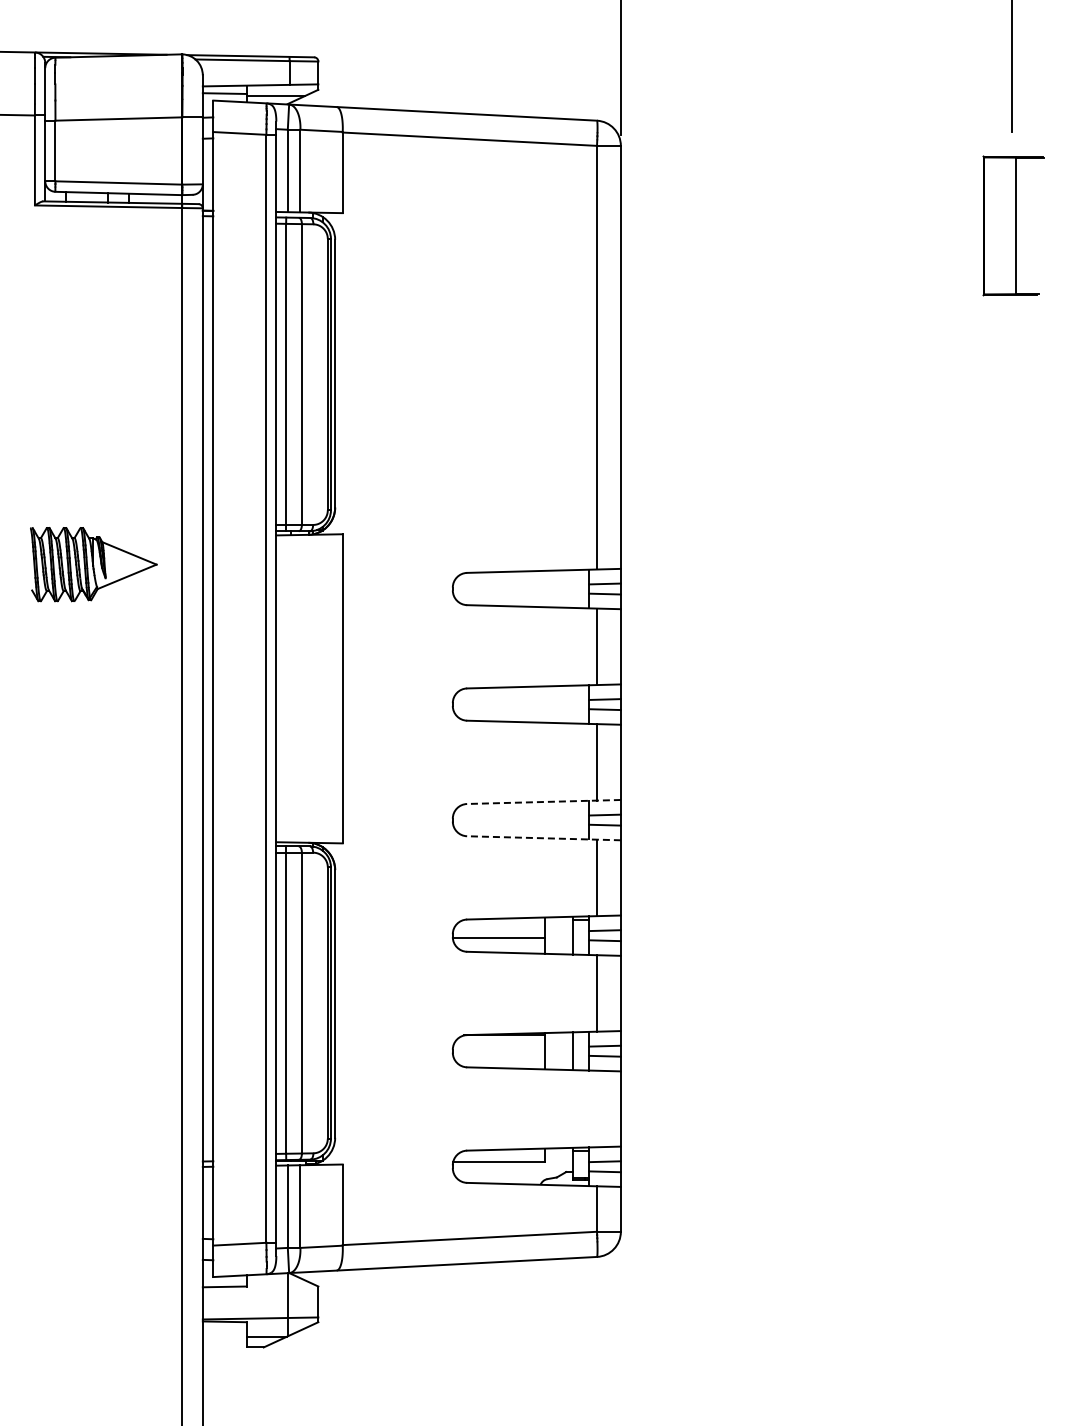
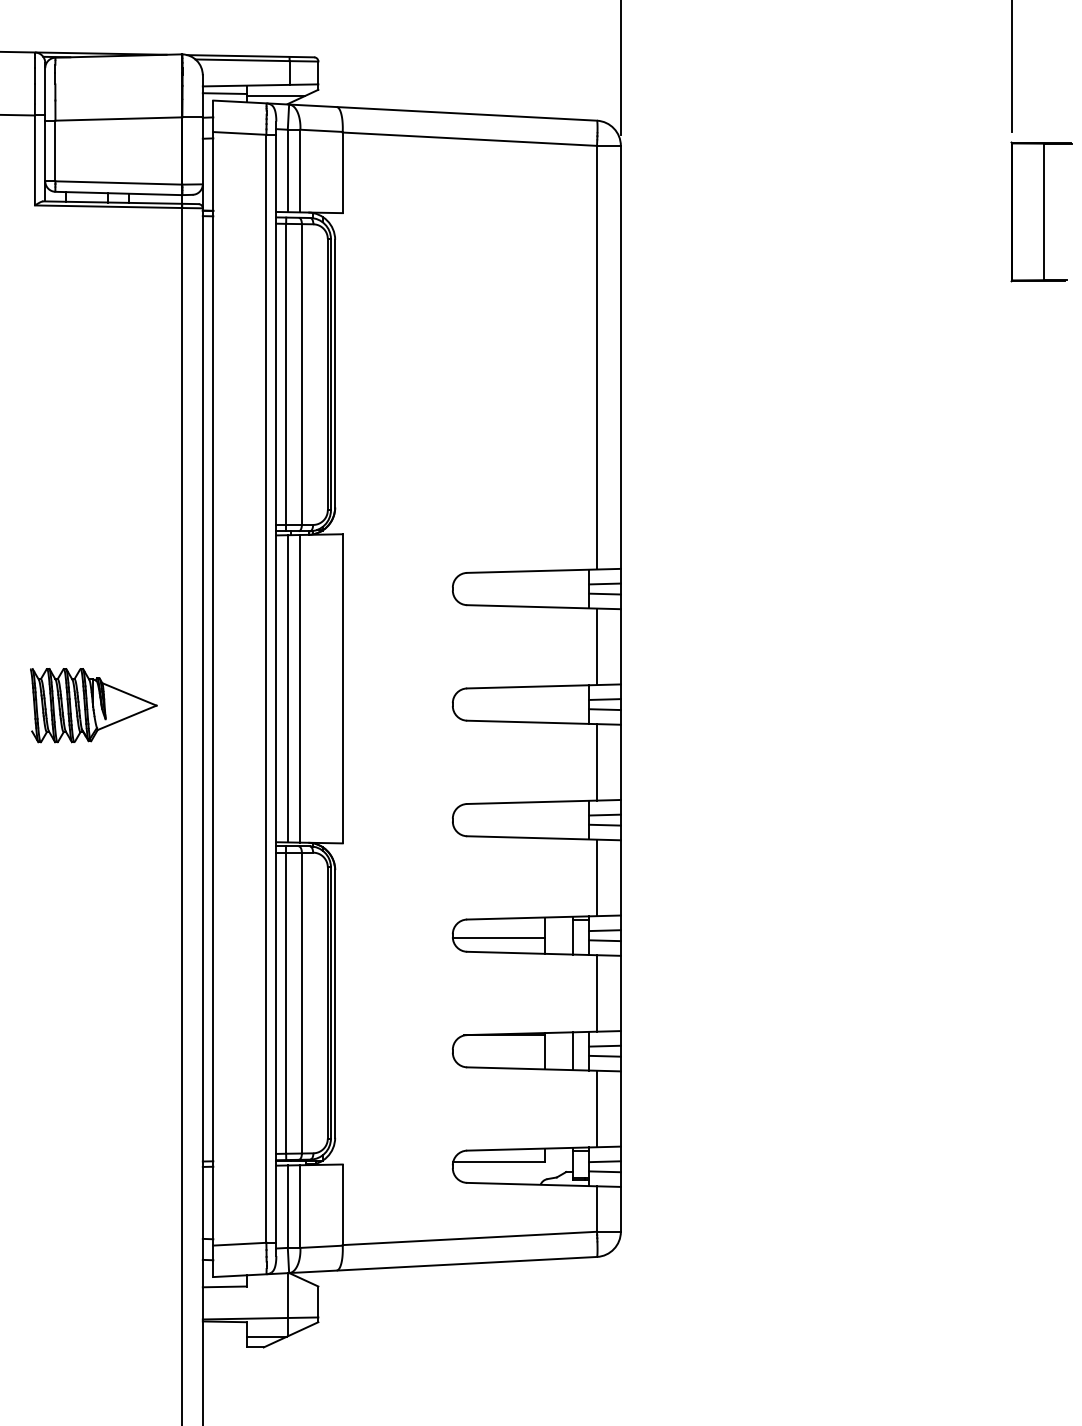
part at (1013, 225) position: (1013, 225) -> (1041, 211)
part at (93, 564) position: (93, 564) -> (93, 705)
line at (287, 688): none -> present
line at (300, 688): none -> present
line at (544, 801): dashed -> solid
line at (544, 838): dashed -> solid
line at (597, 1108): none -> present
